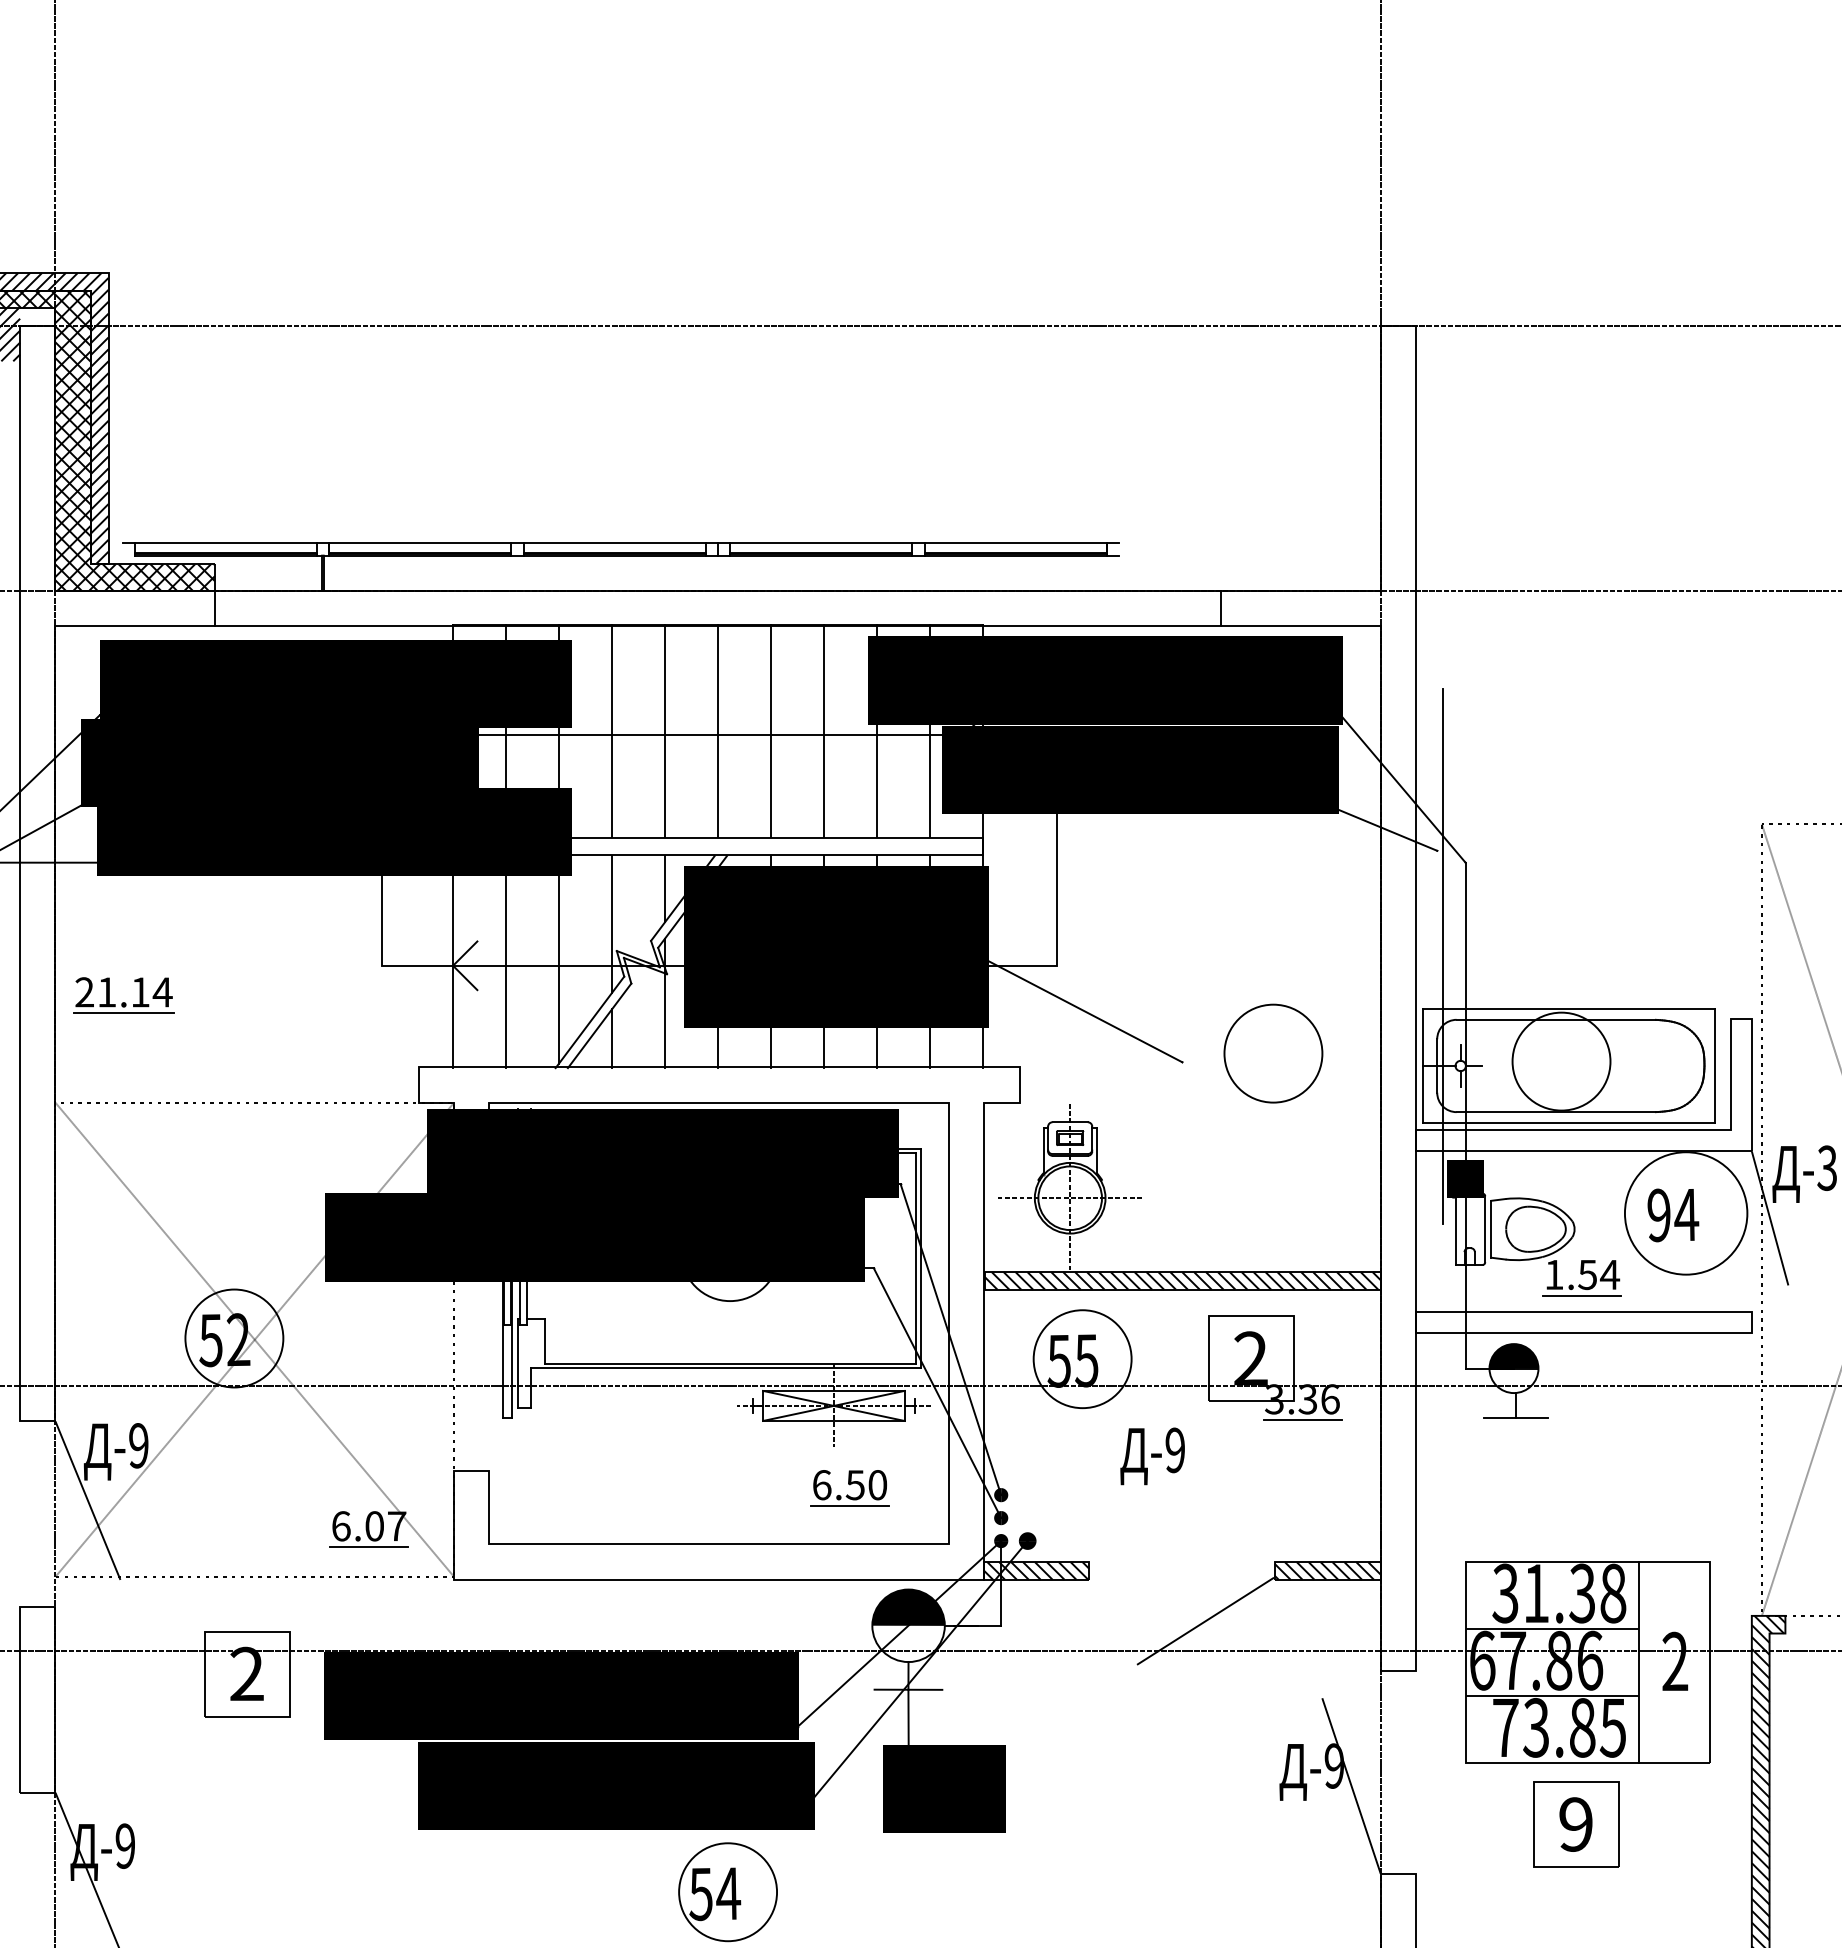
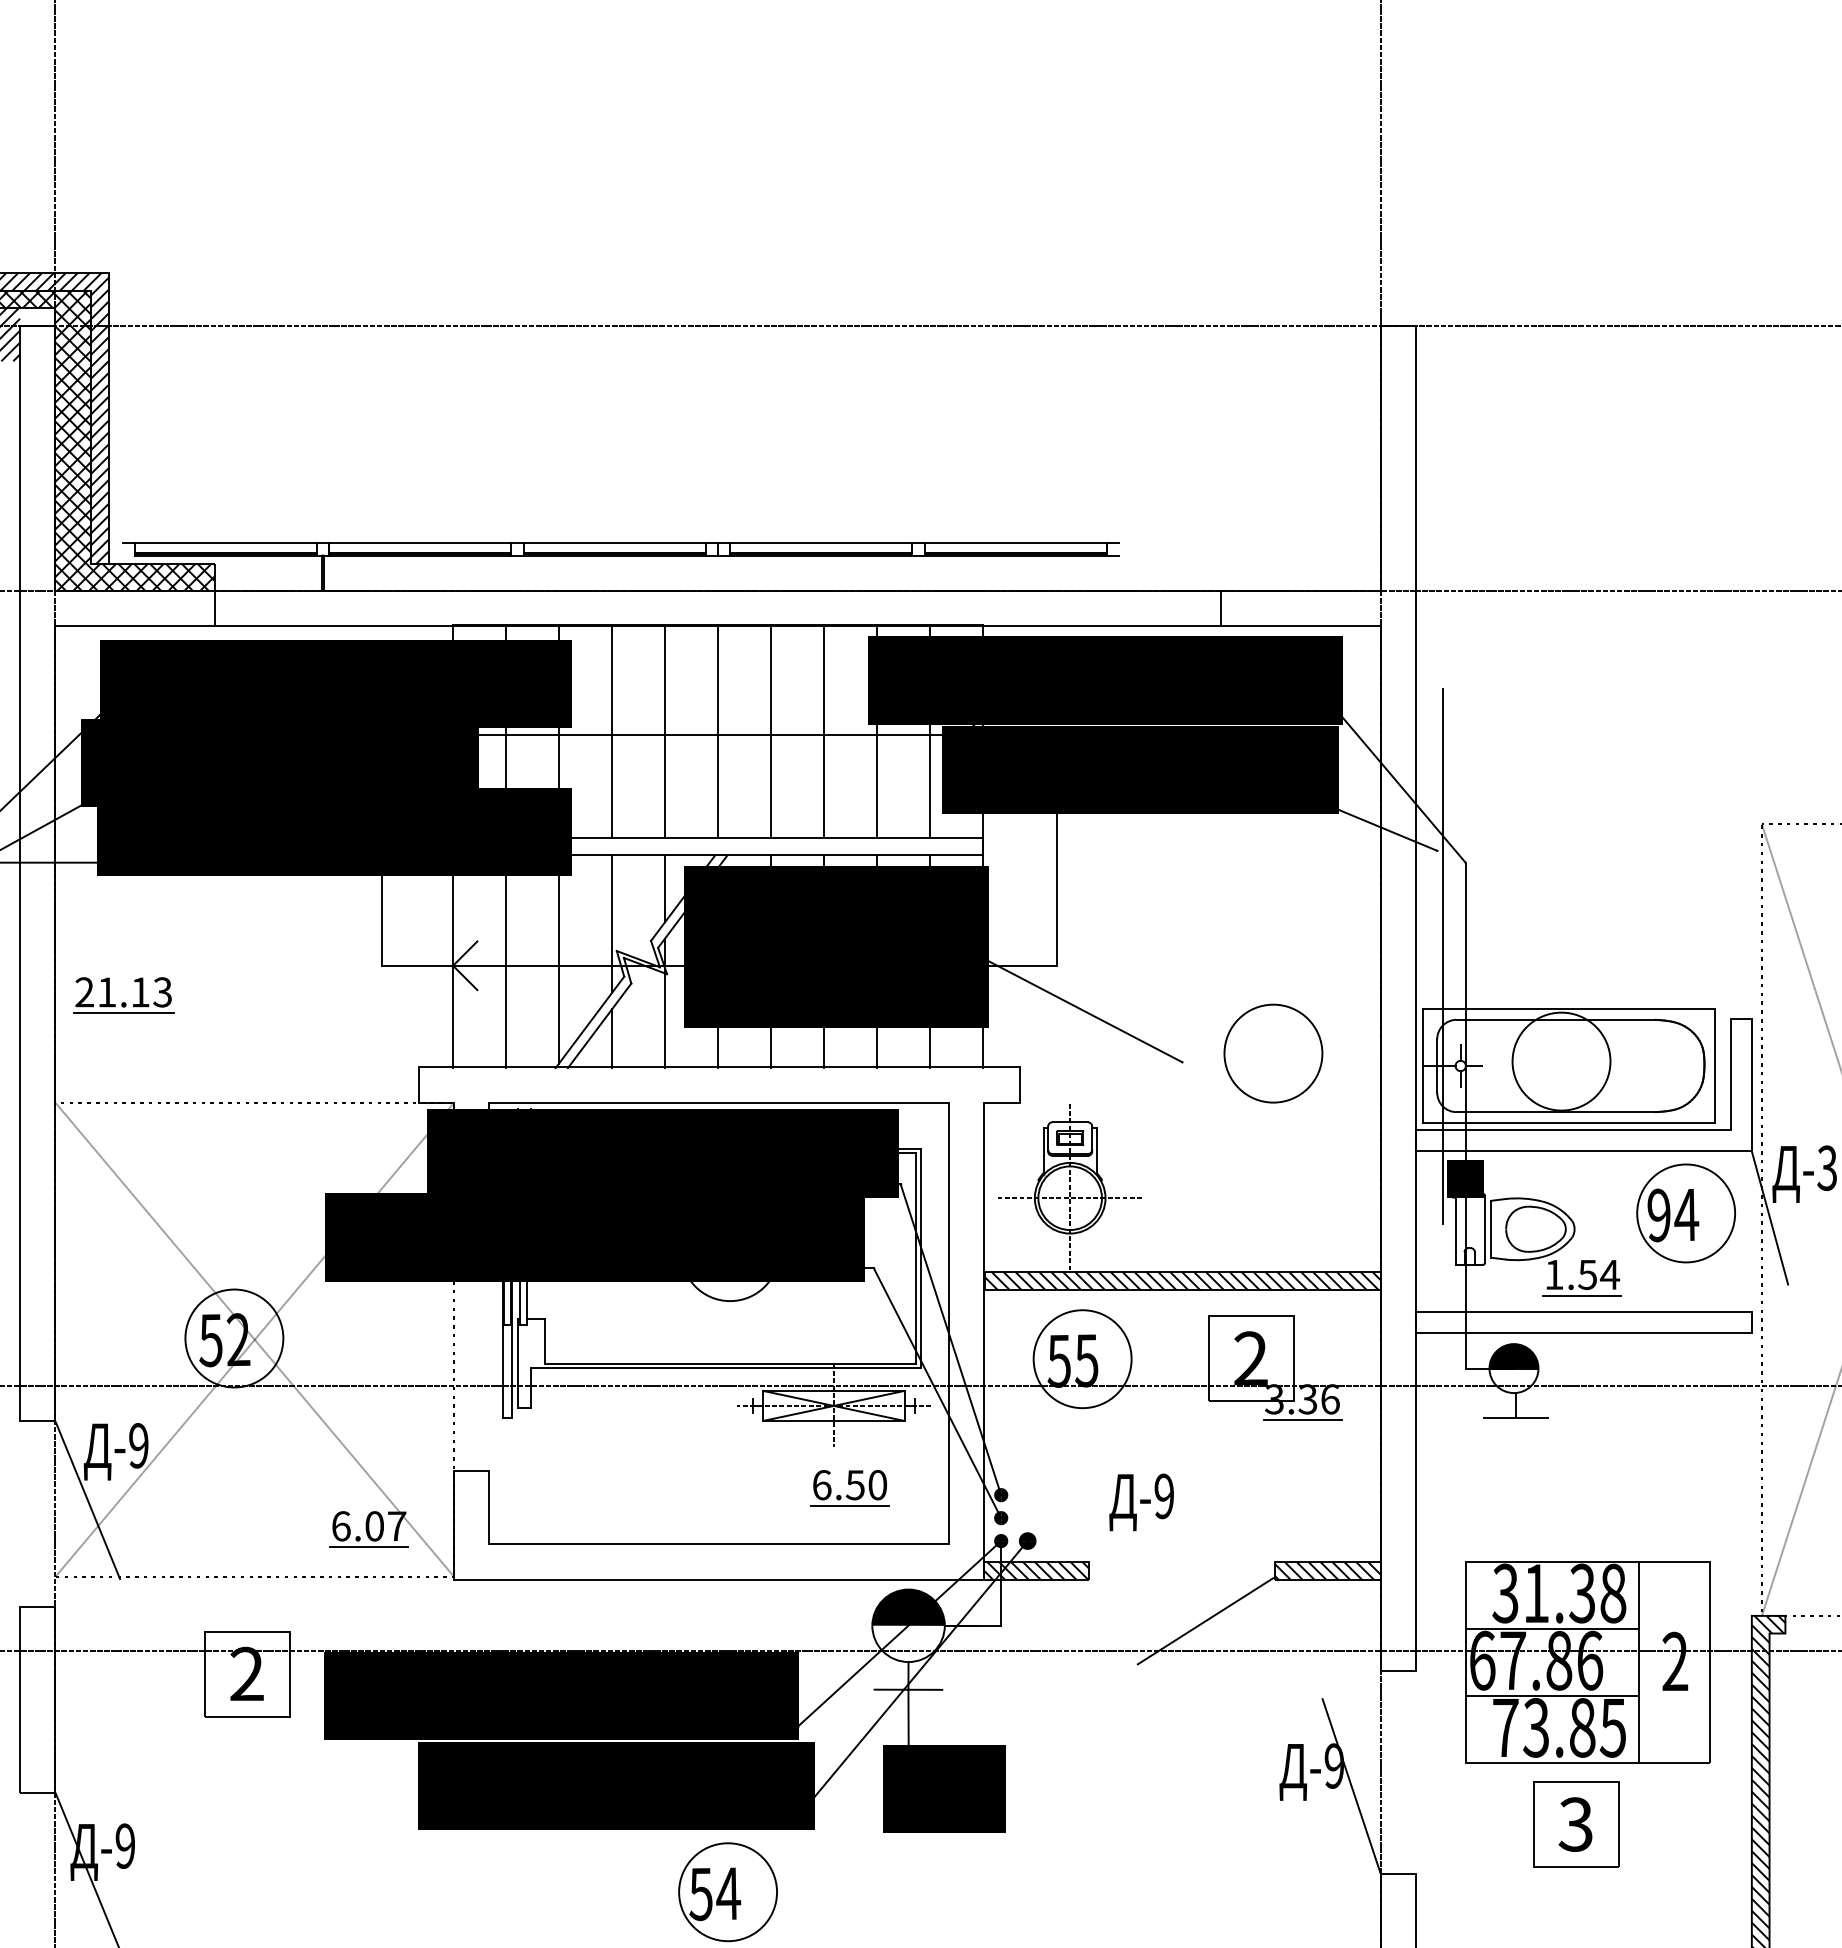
text at (162, 992): 21.14 -> 21.13
circle at (1685, 1213) diameter: 122 px -> 98 px
text at (1152, 1456) position: (1152, 1456) -> (1141, 1502)
text at (1575, 1824): 9 -> 3
